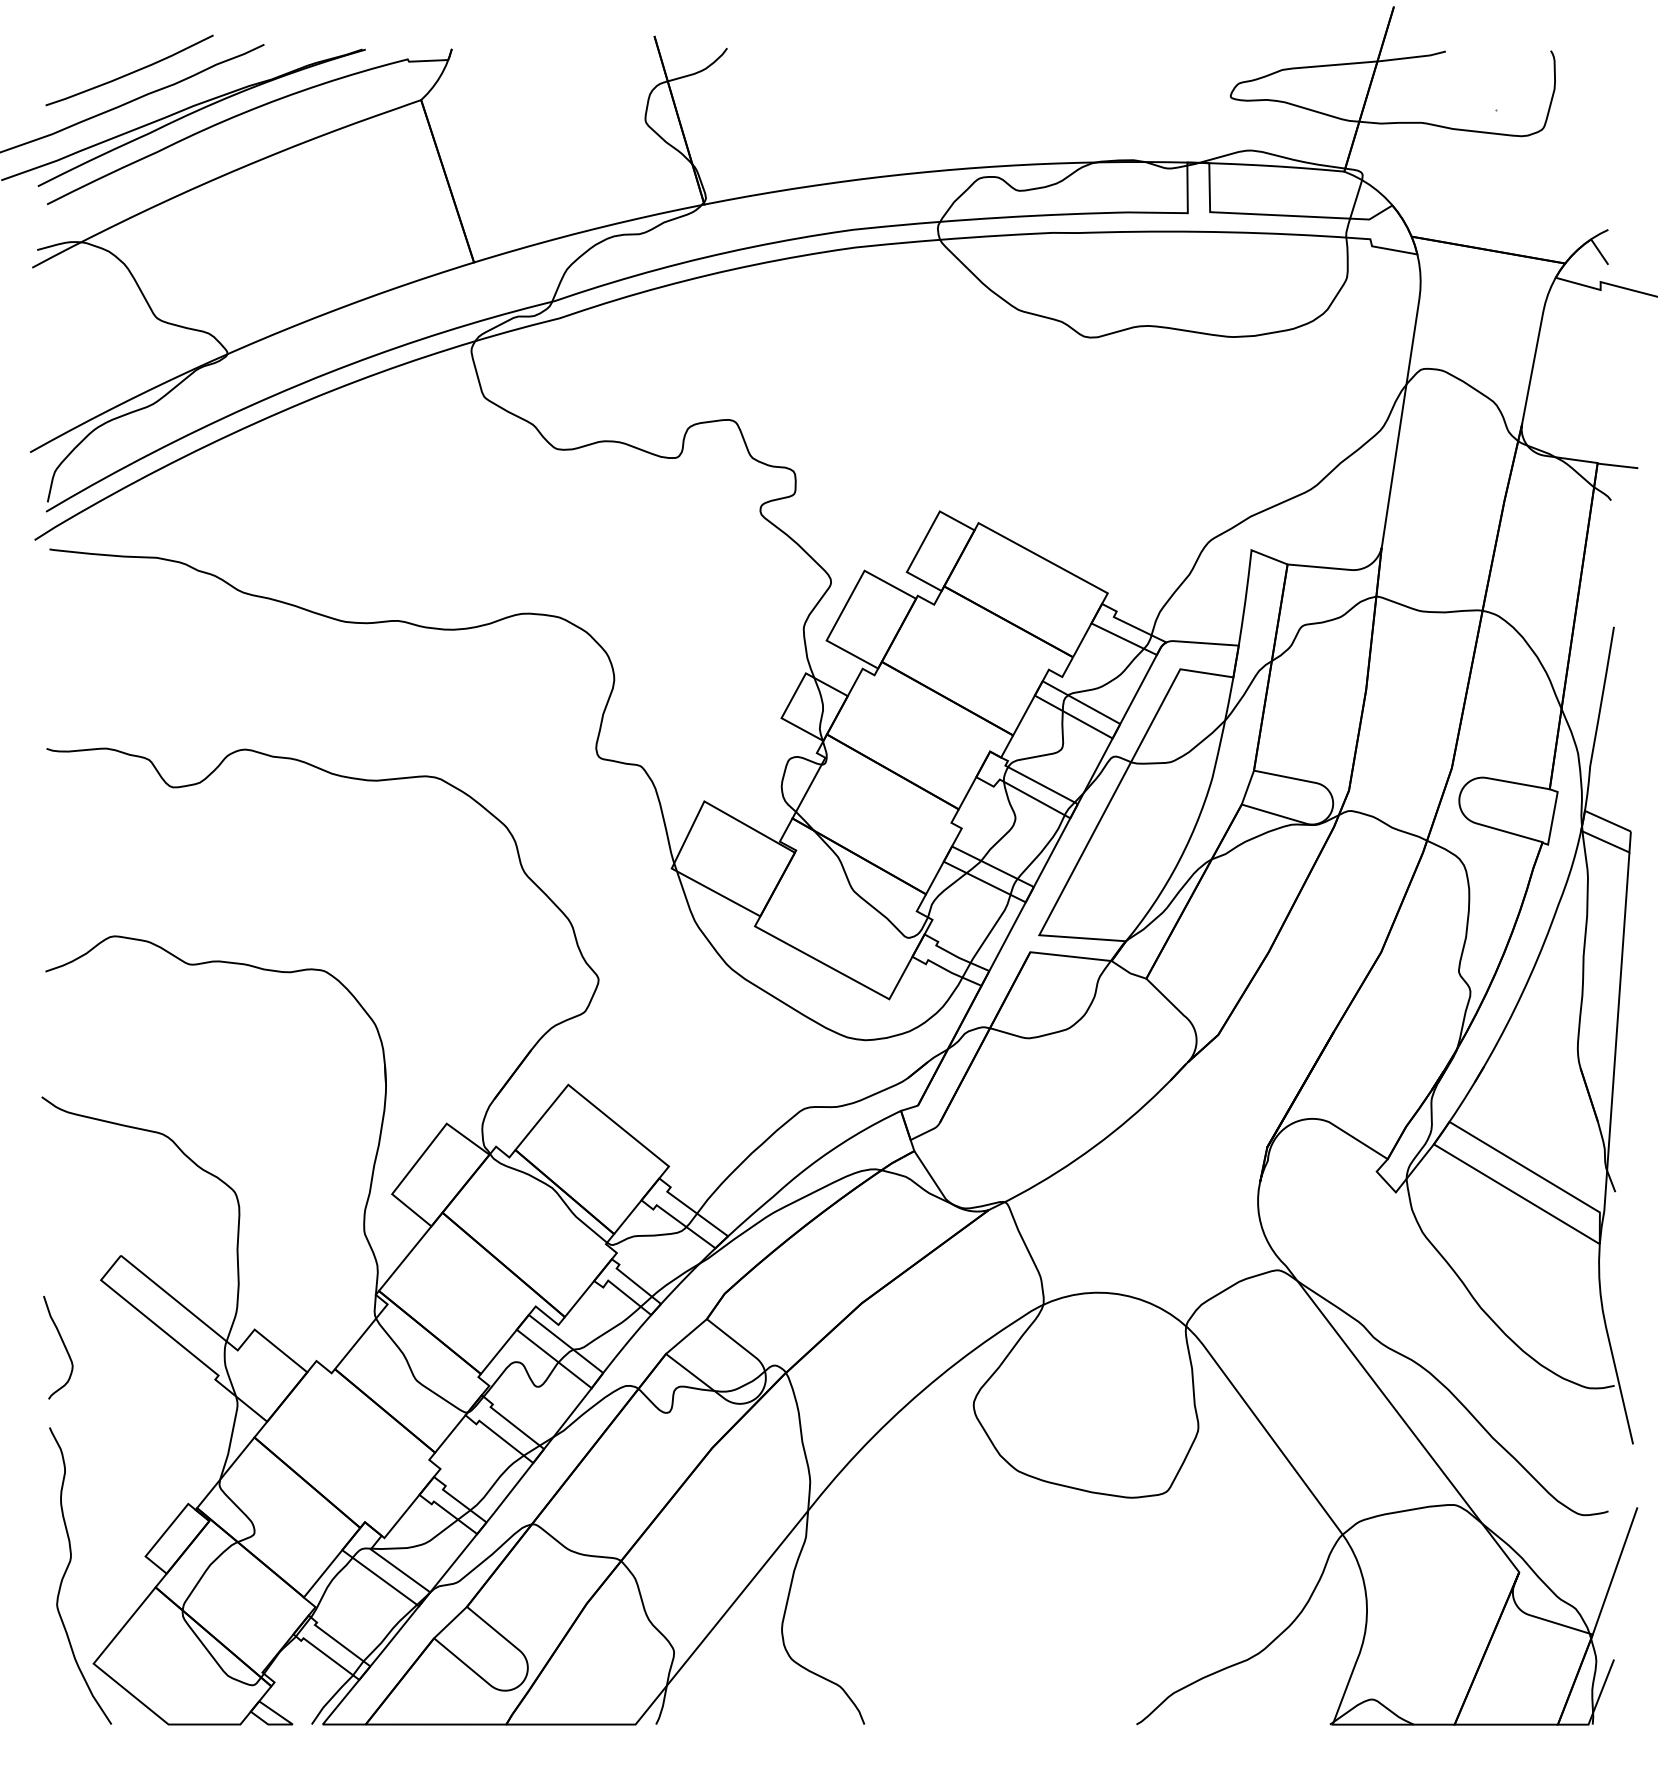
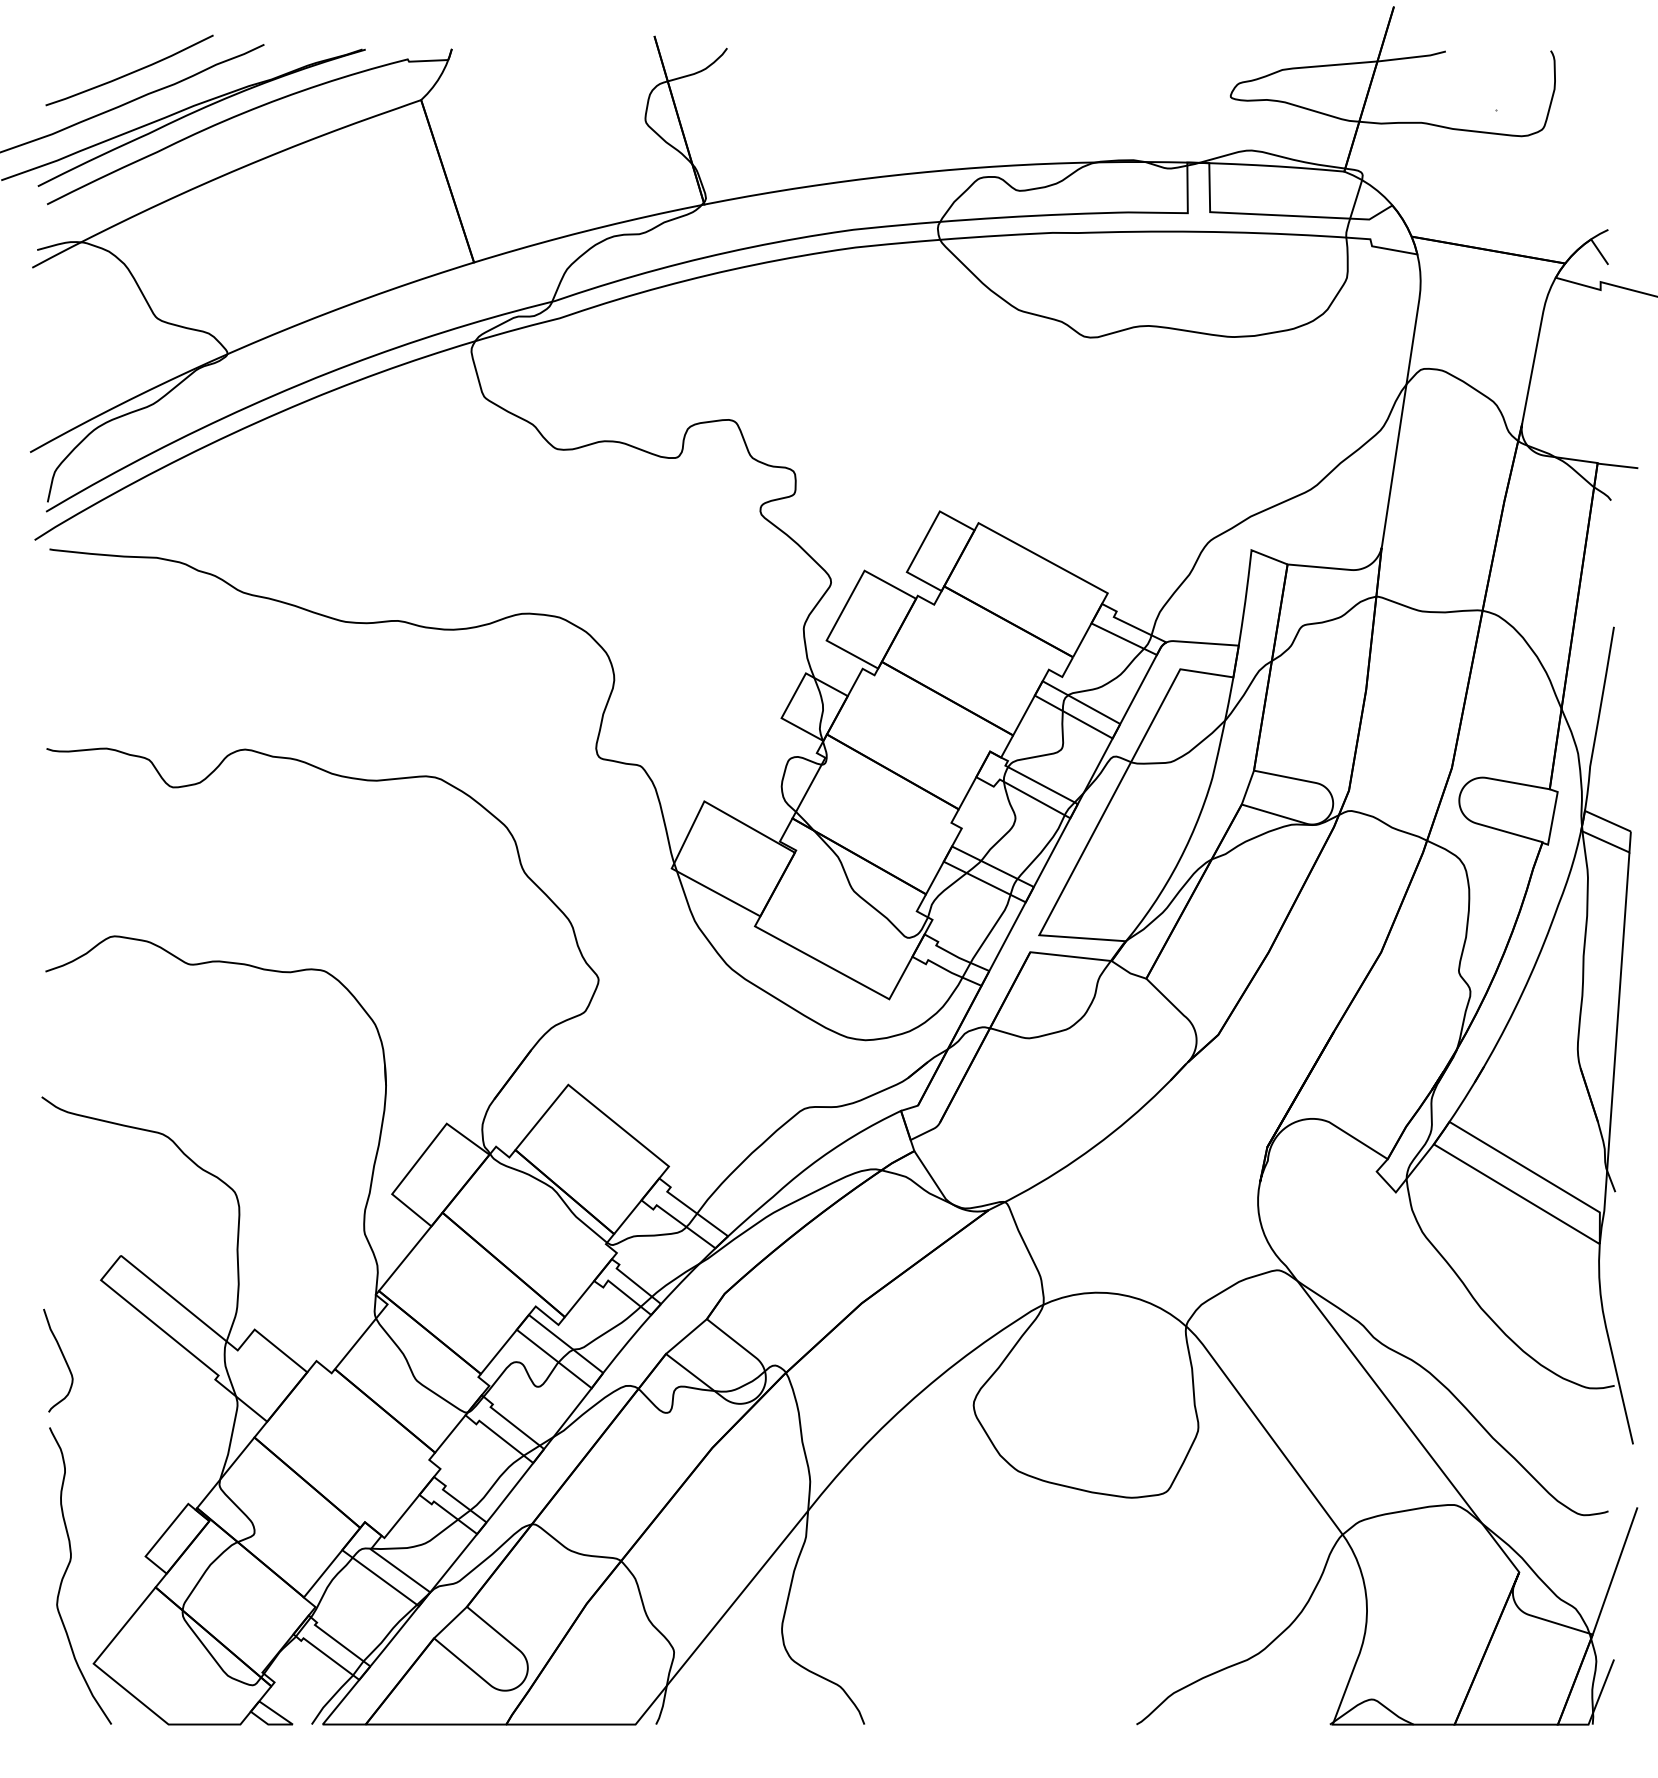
curve at (63, 1345) position: (63, 1345) -> (63, 1358)
